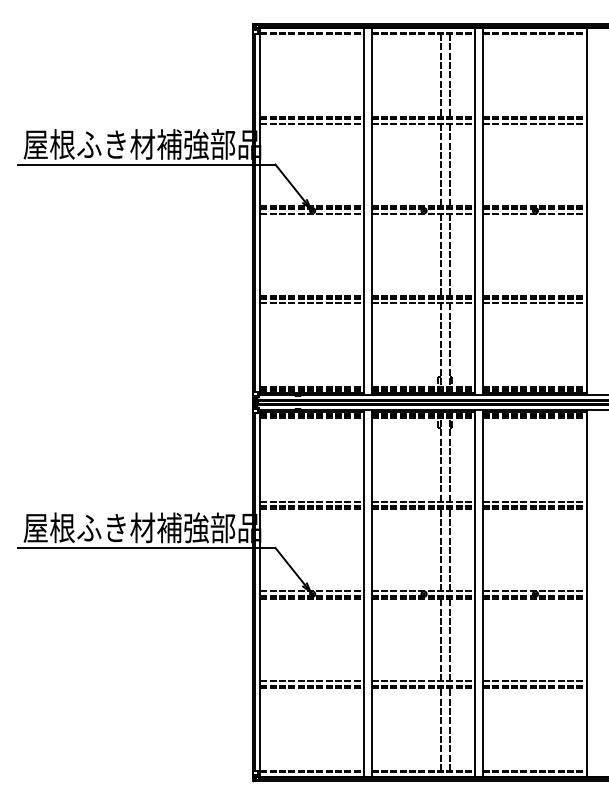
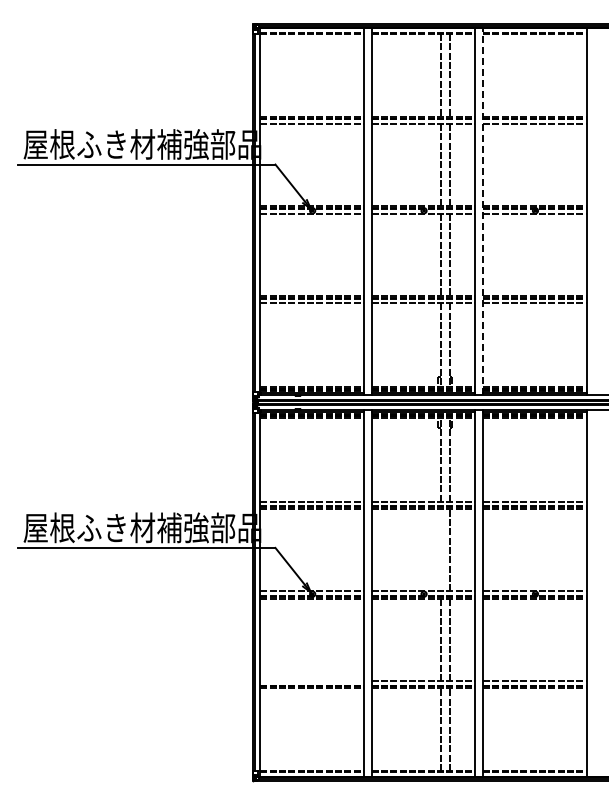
line at (483, 211): solid -> dashed
line at (441, 550): present -> none
line at (311, 681): present -> none
